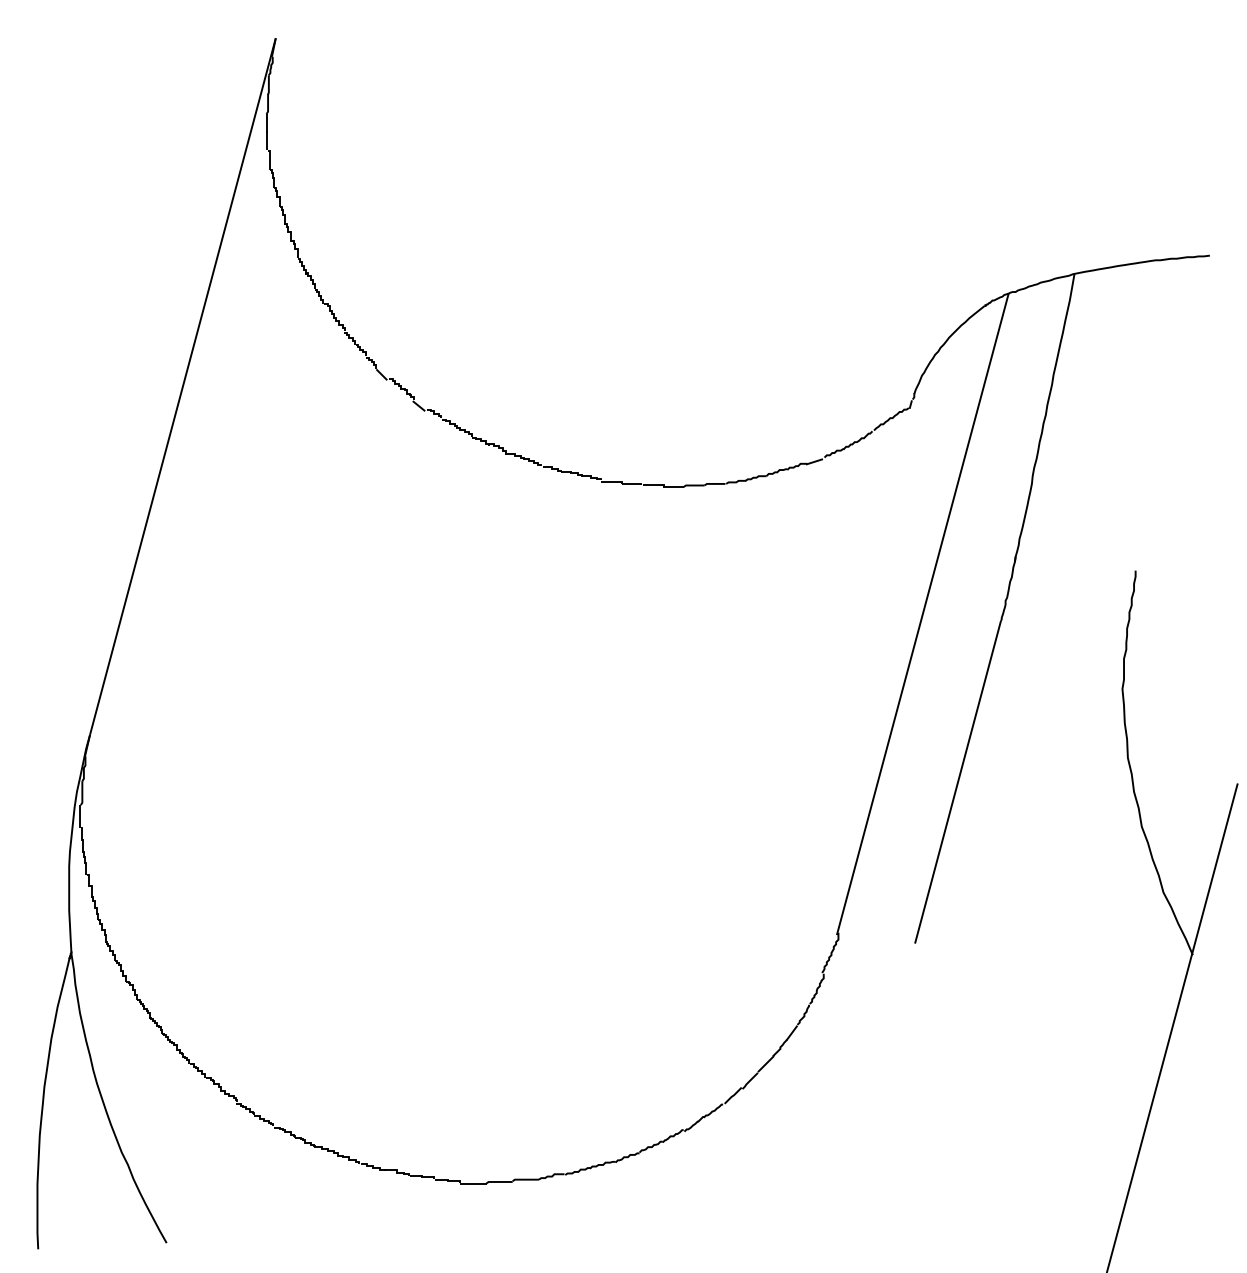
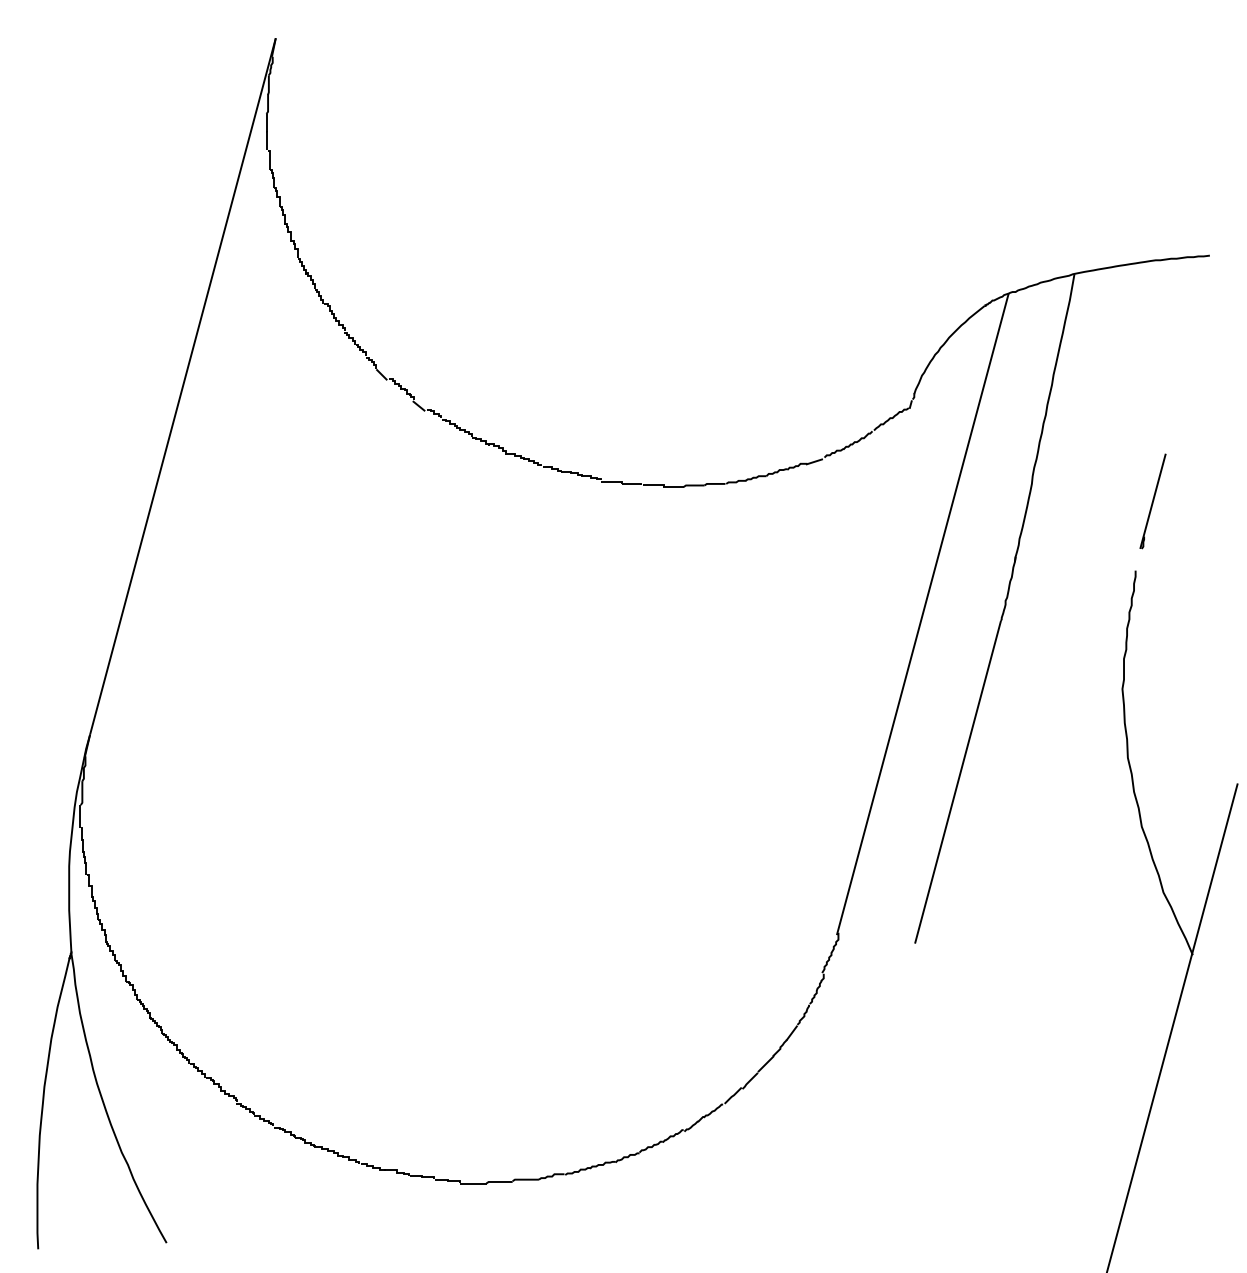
part at (1152, 501): none -> present
